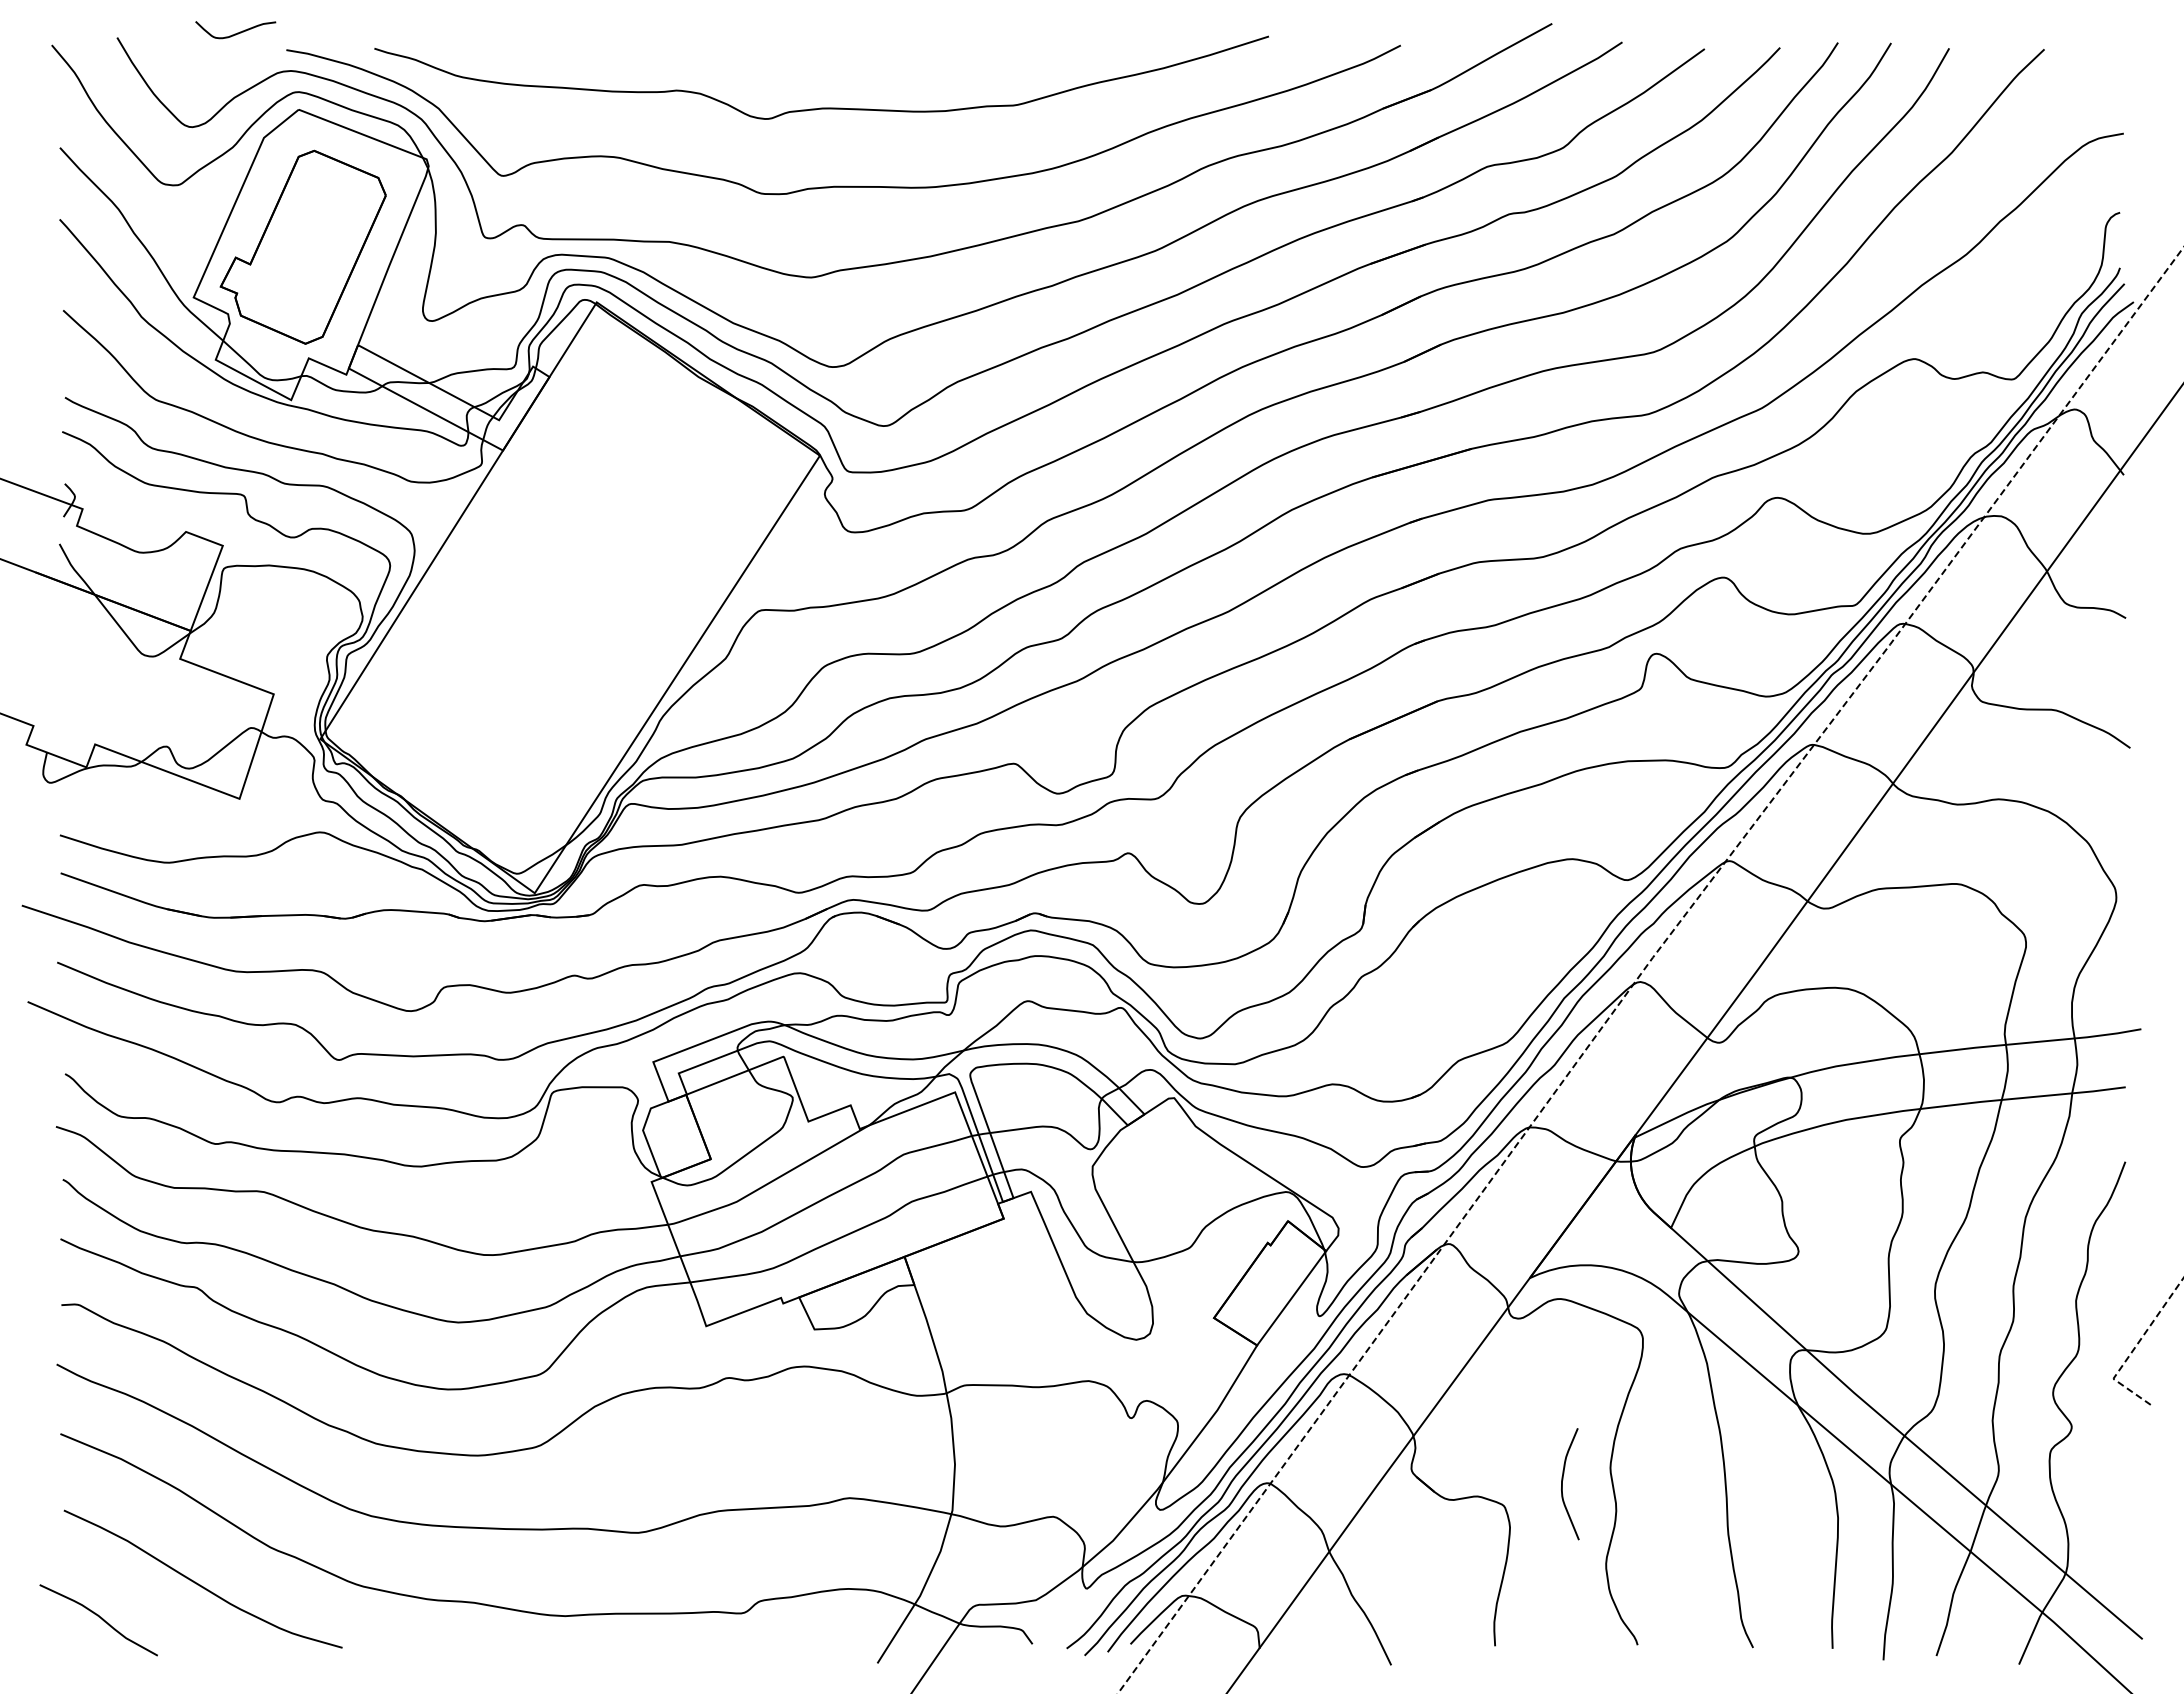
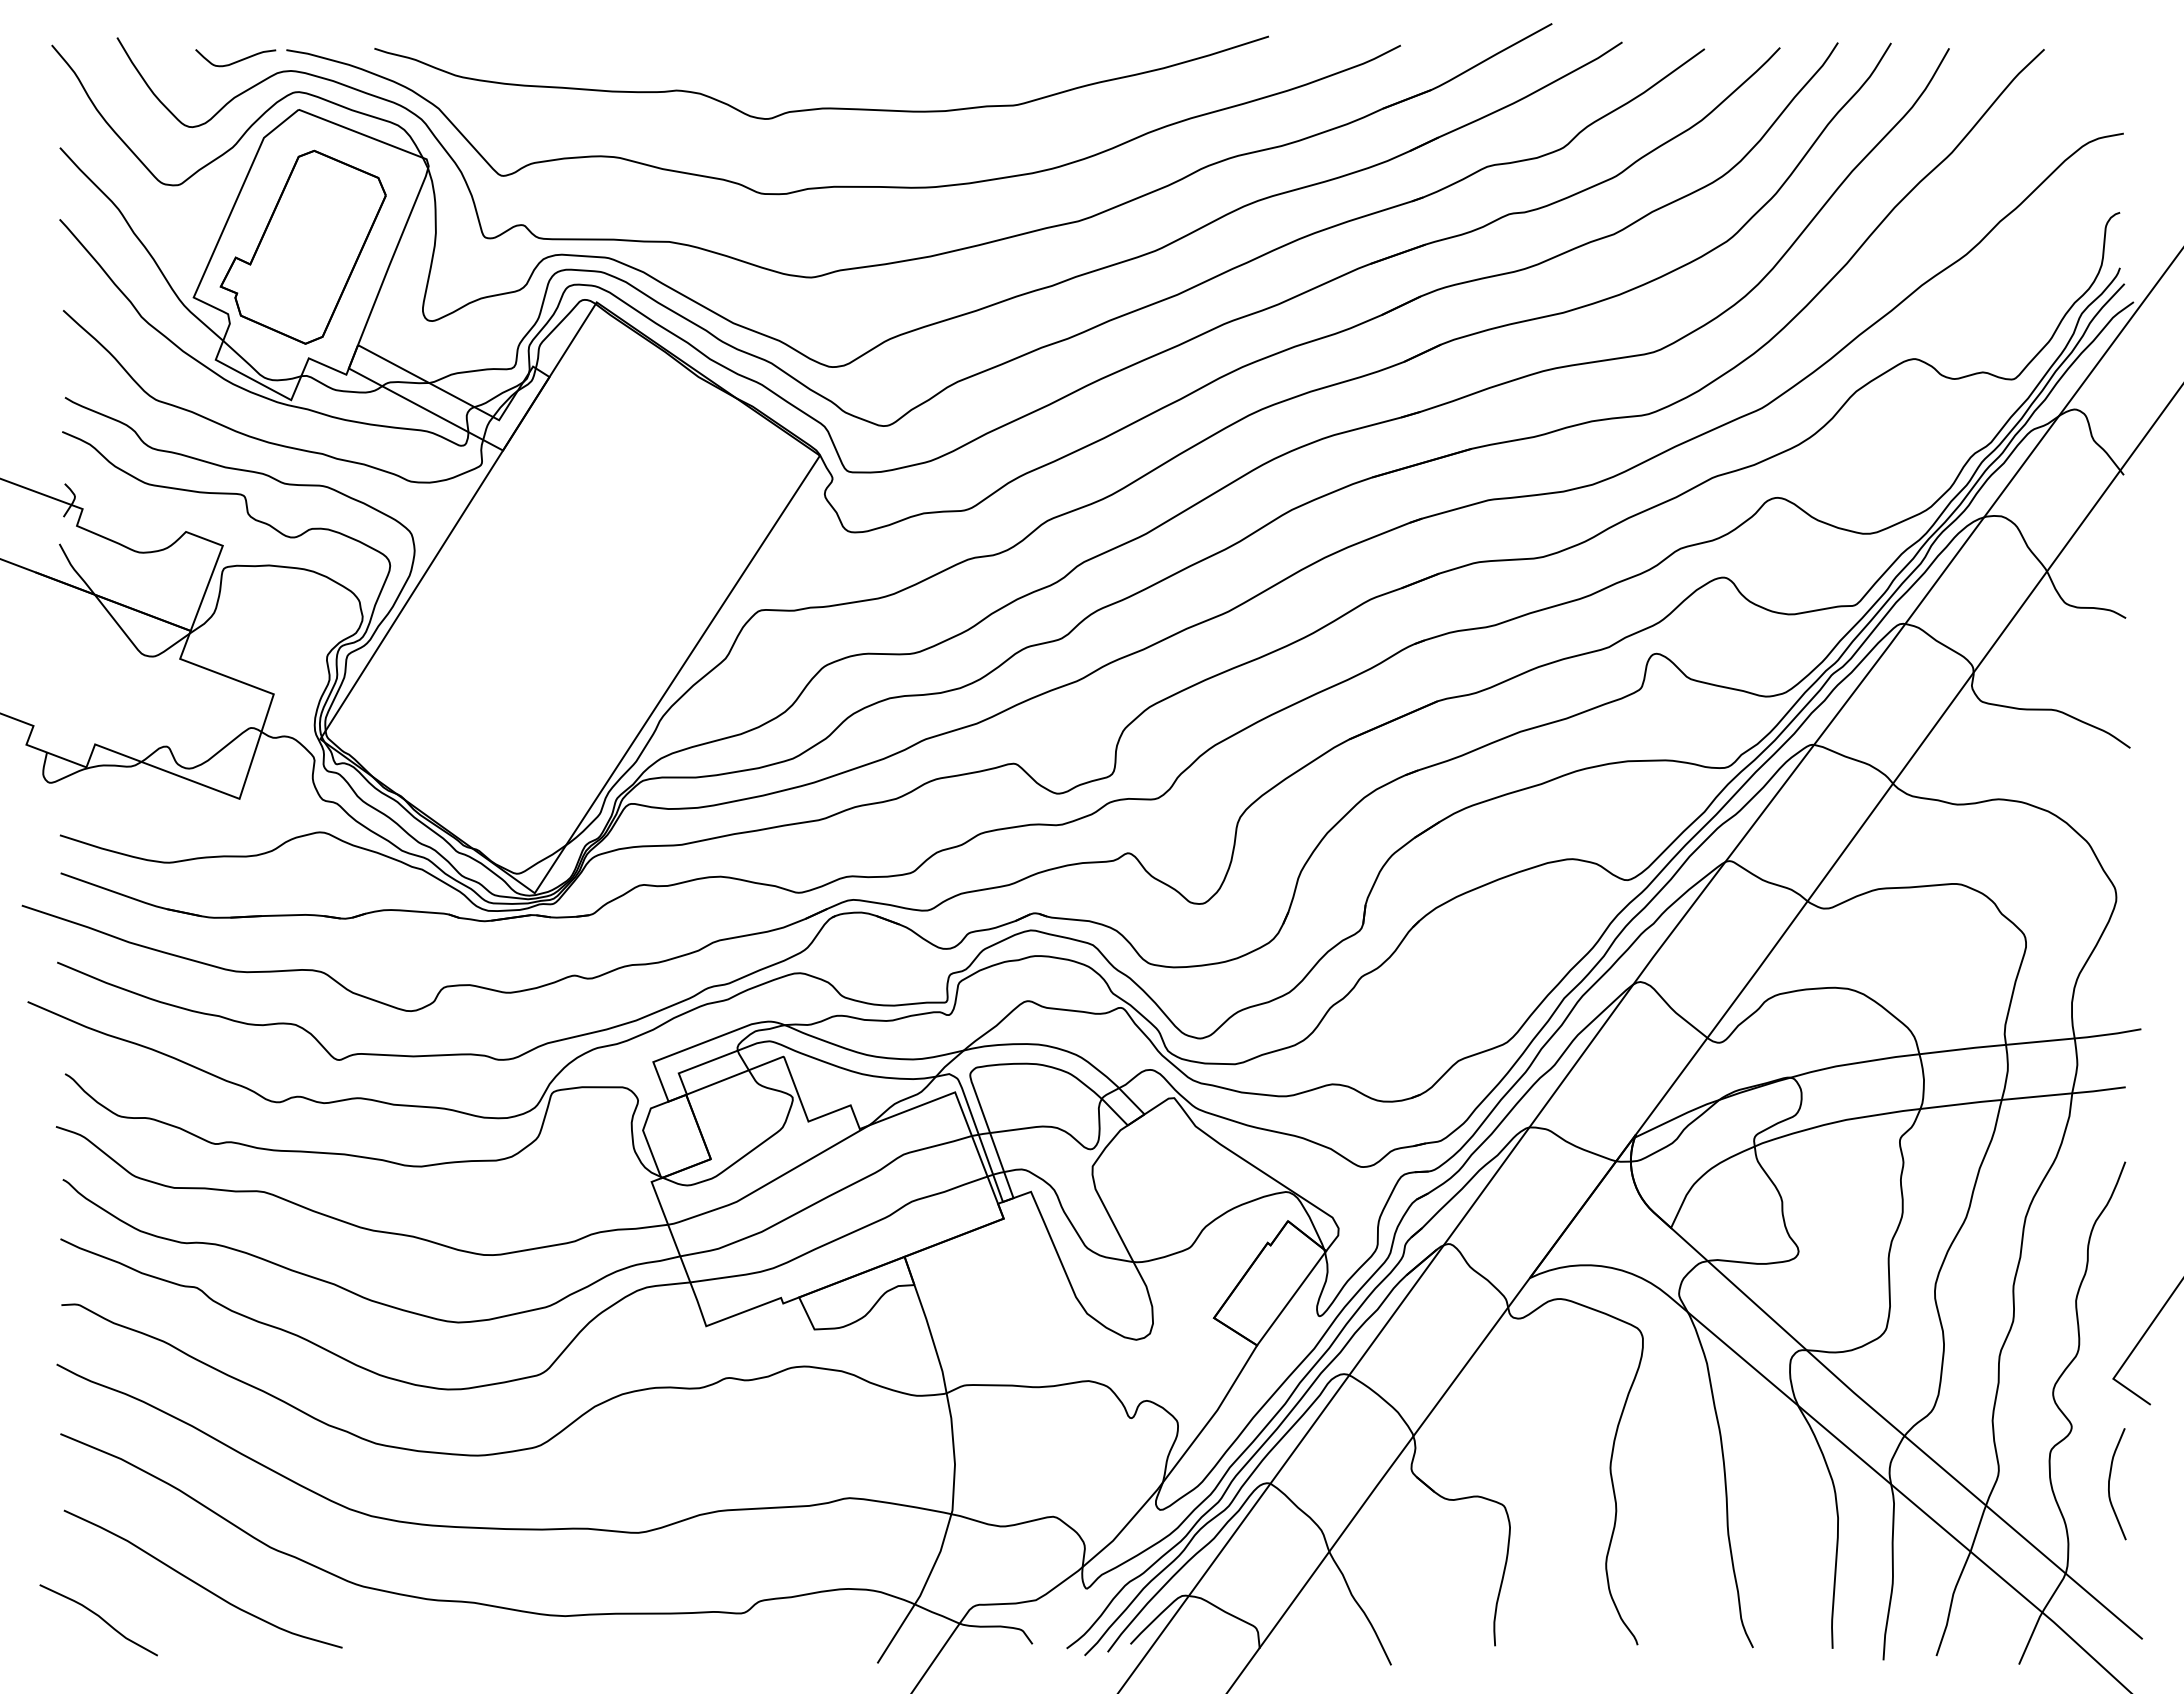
curve at (237, 32) position: (237, 32) -> (237, 60)
line at (1647, 965): dashed -> solid
line at (2135, 1347): dashed -> solid
curve at (1562, 1484) position: (1562, 1484) -> (2109, 1484)
